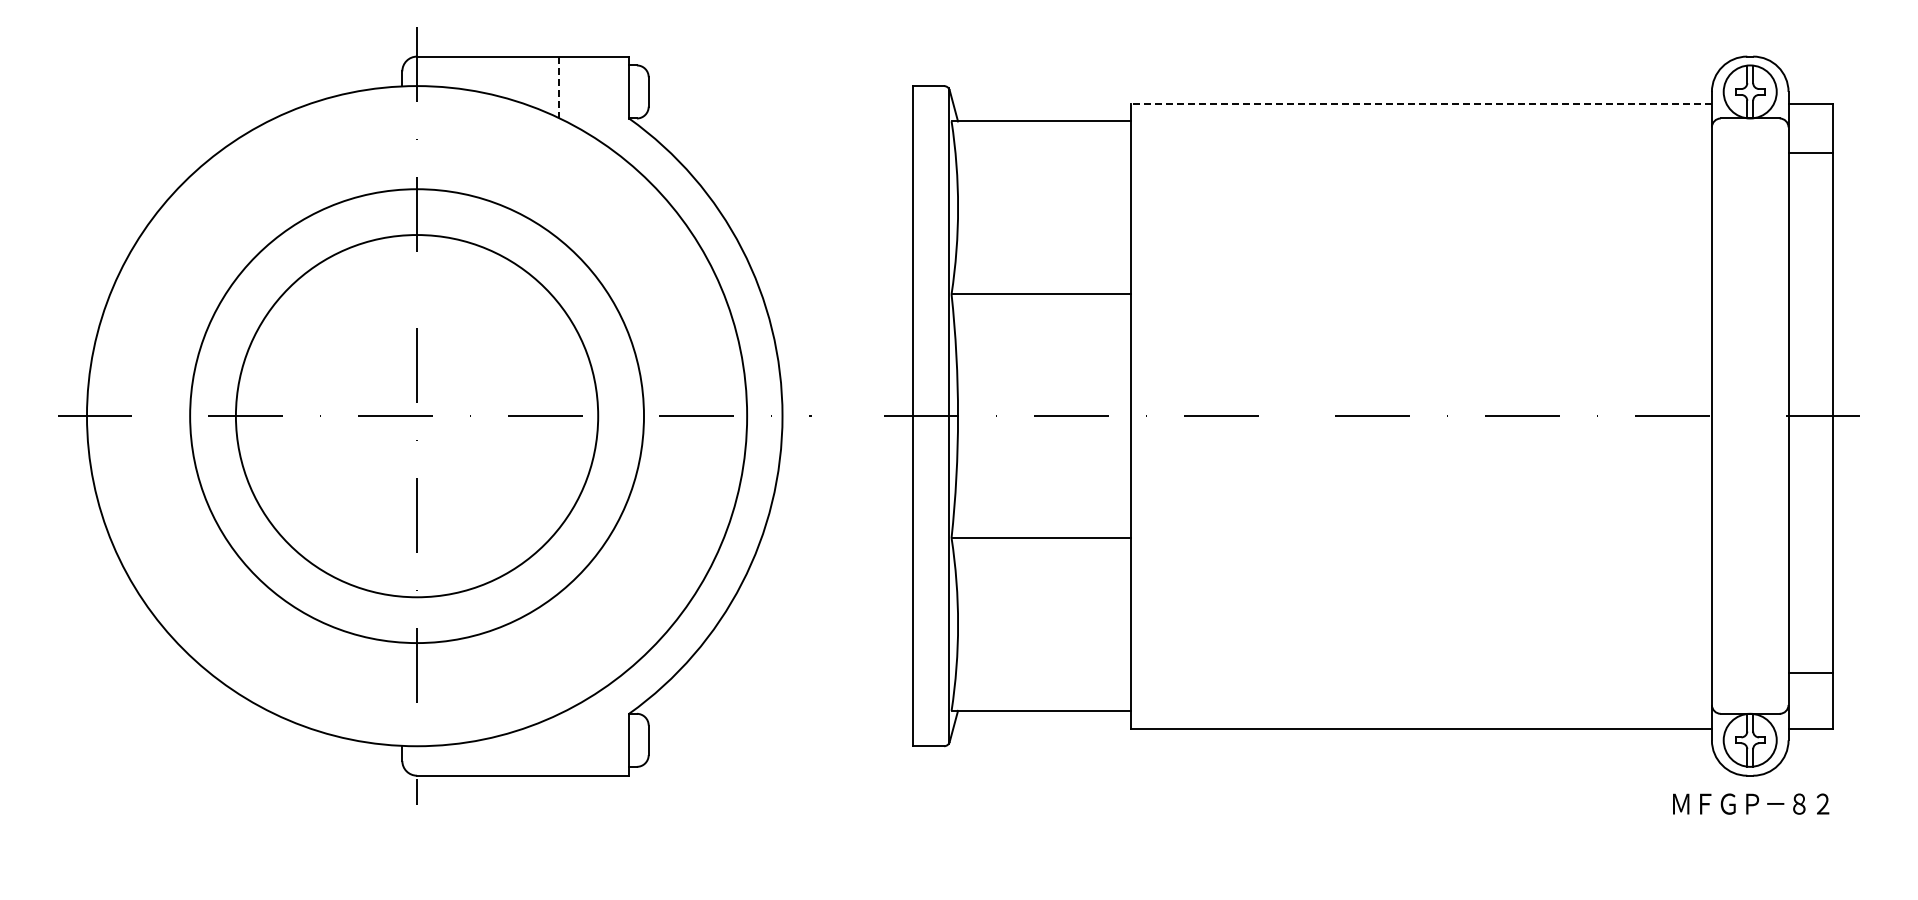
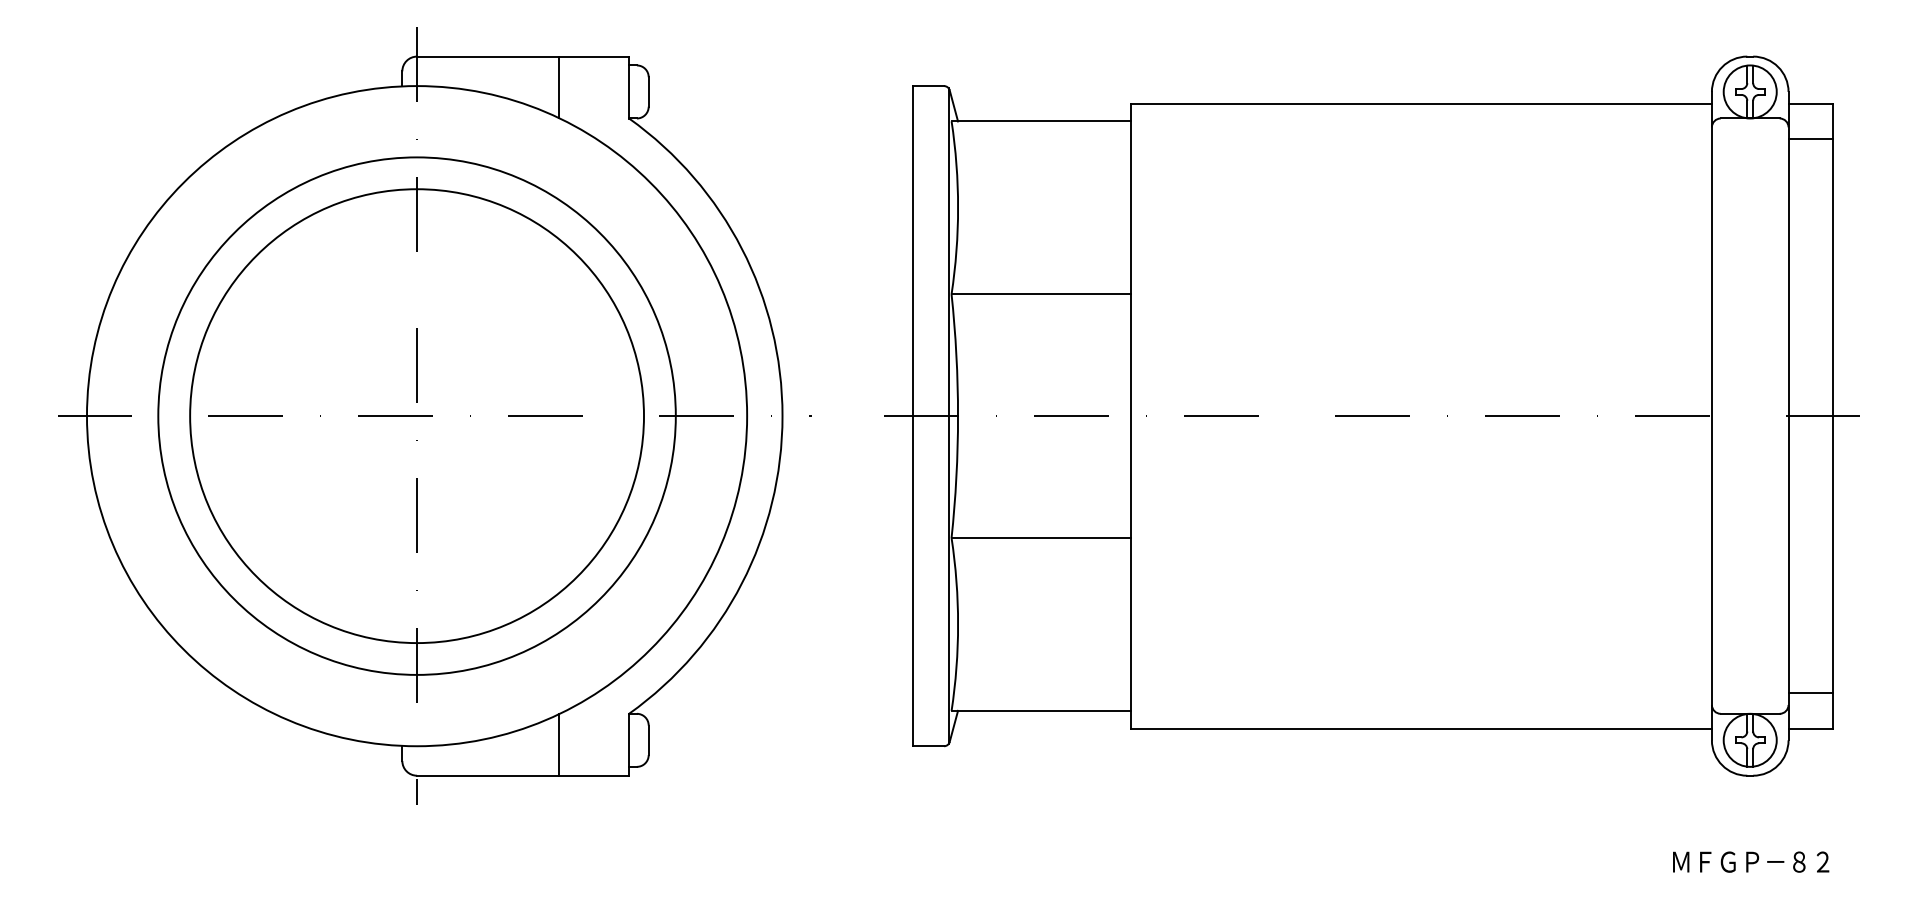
line at (558, 87): dashed -> solid
line at (1421, 103): dashed -> solid
line at (1810, 153) position: (1810, 153) -> (1810, 139)
circle at (416, 416) diameter: 362 px -> 518 px
line at (1810, 673) position: (1810, 673) -> (1810, 693)
line at (558, 744): none -> present
text at (1751, 803) position: (1751, 803) -> (1751, 861)
